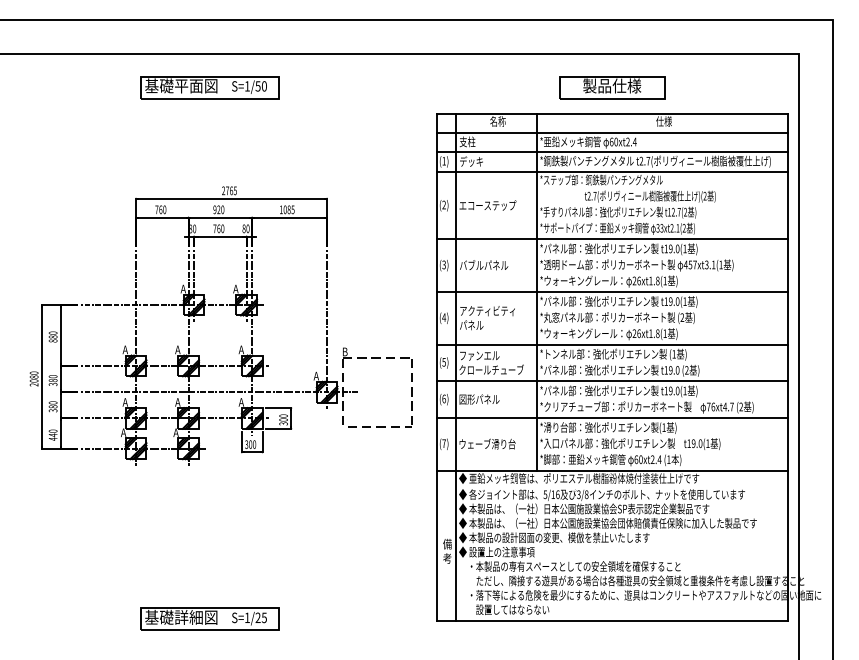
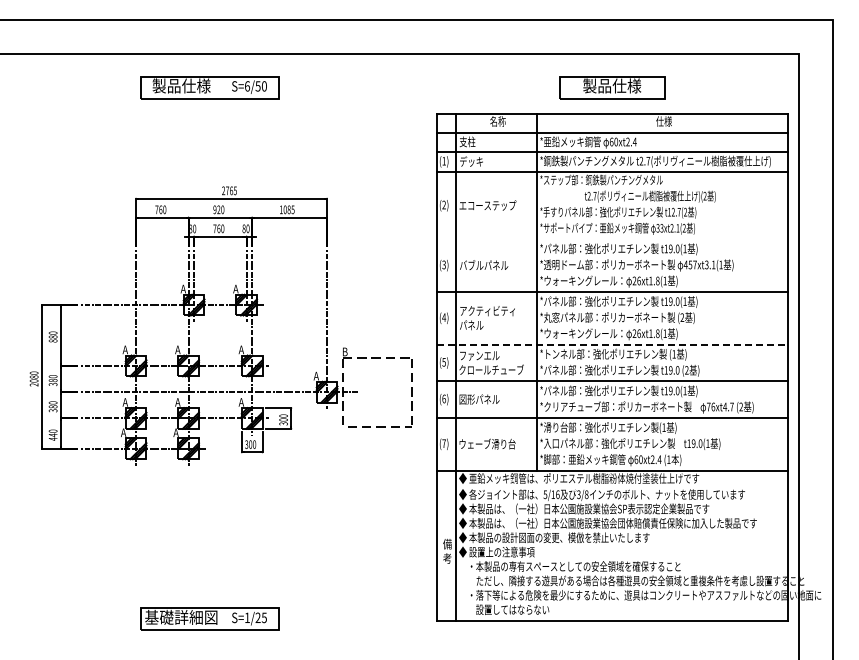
text at (181, 85): 基礎平面図 -> 製品仕様
text at (247, 86): S=1/50 -> S=6/50
line at (611, 239): present -> none
line at (612, 344): solid -> dashed
